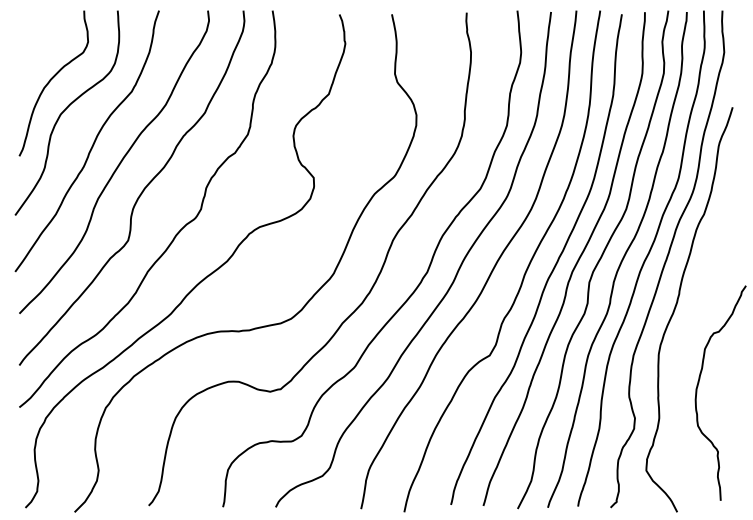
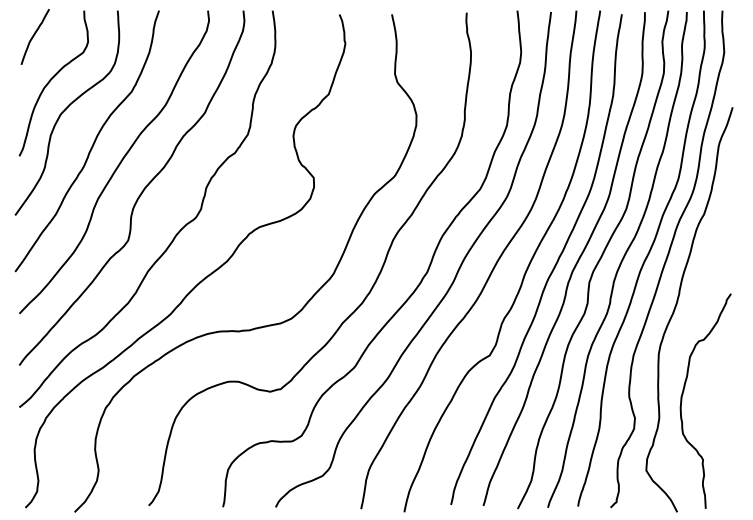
curve at (34, 36): none -> present
curve at (698, 386) position: (698, 386) -> (683, 394)
